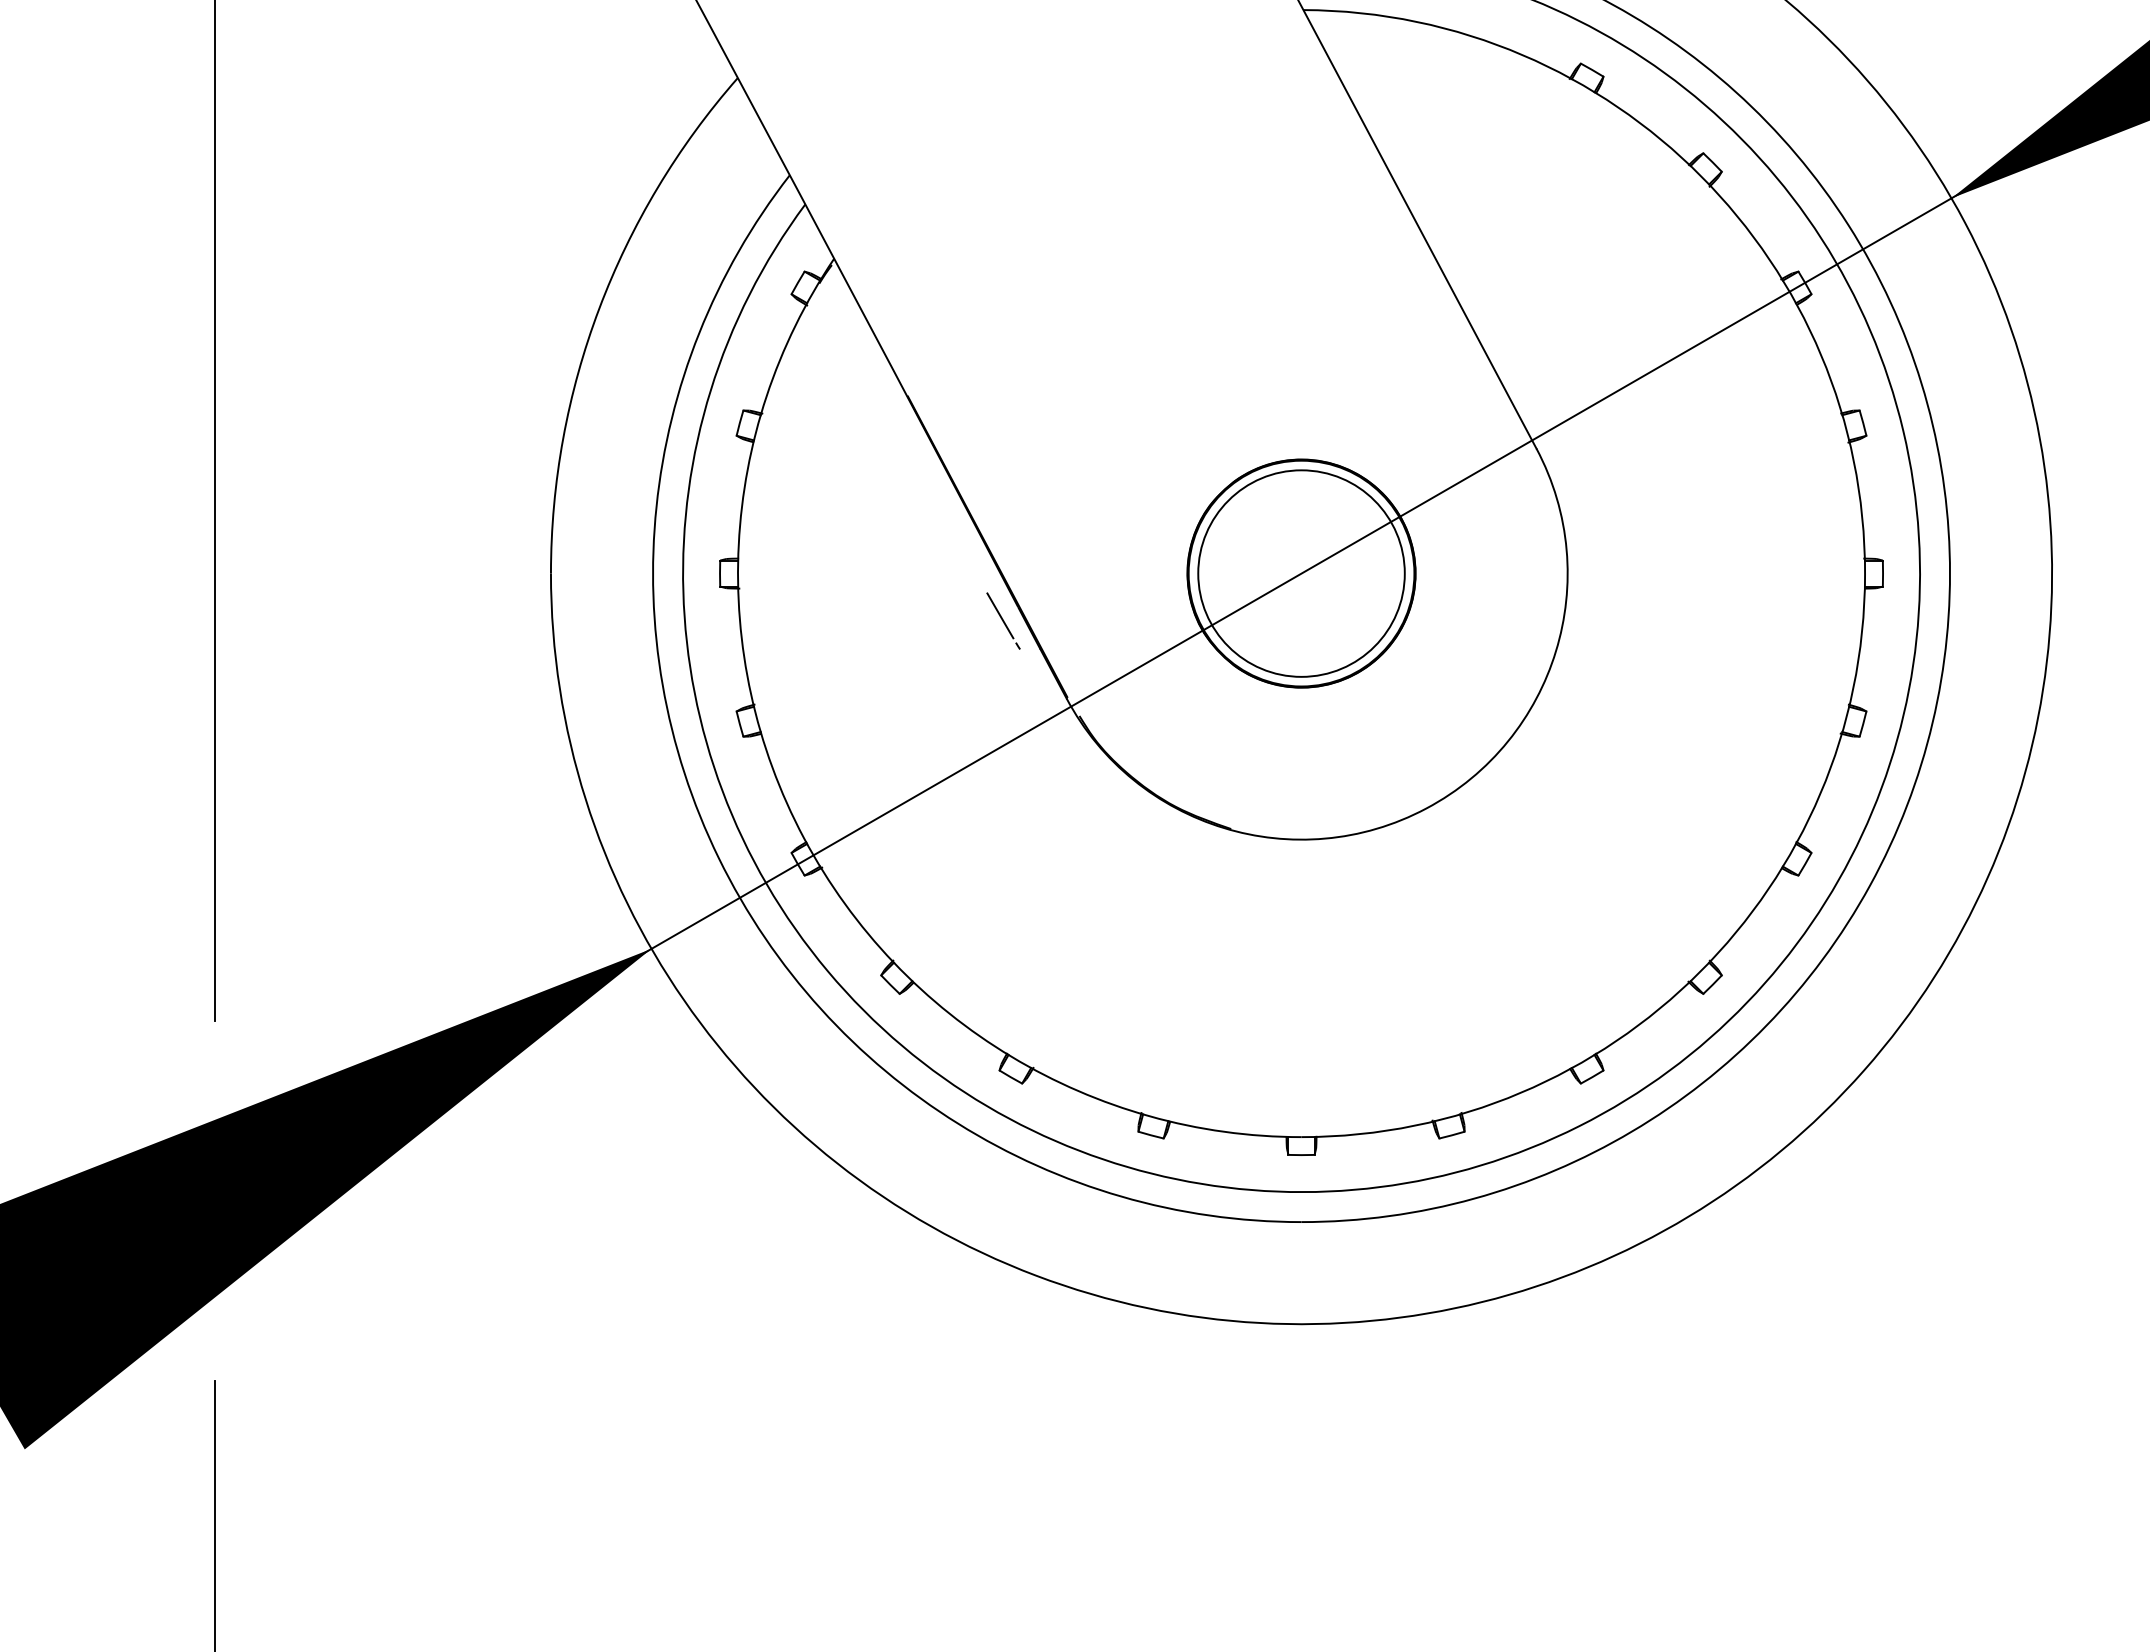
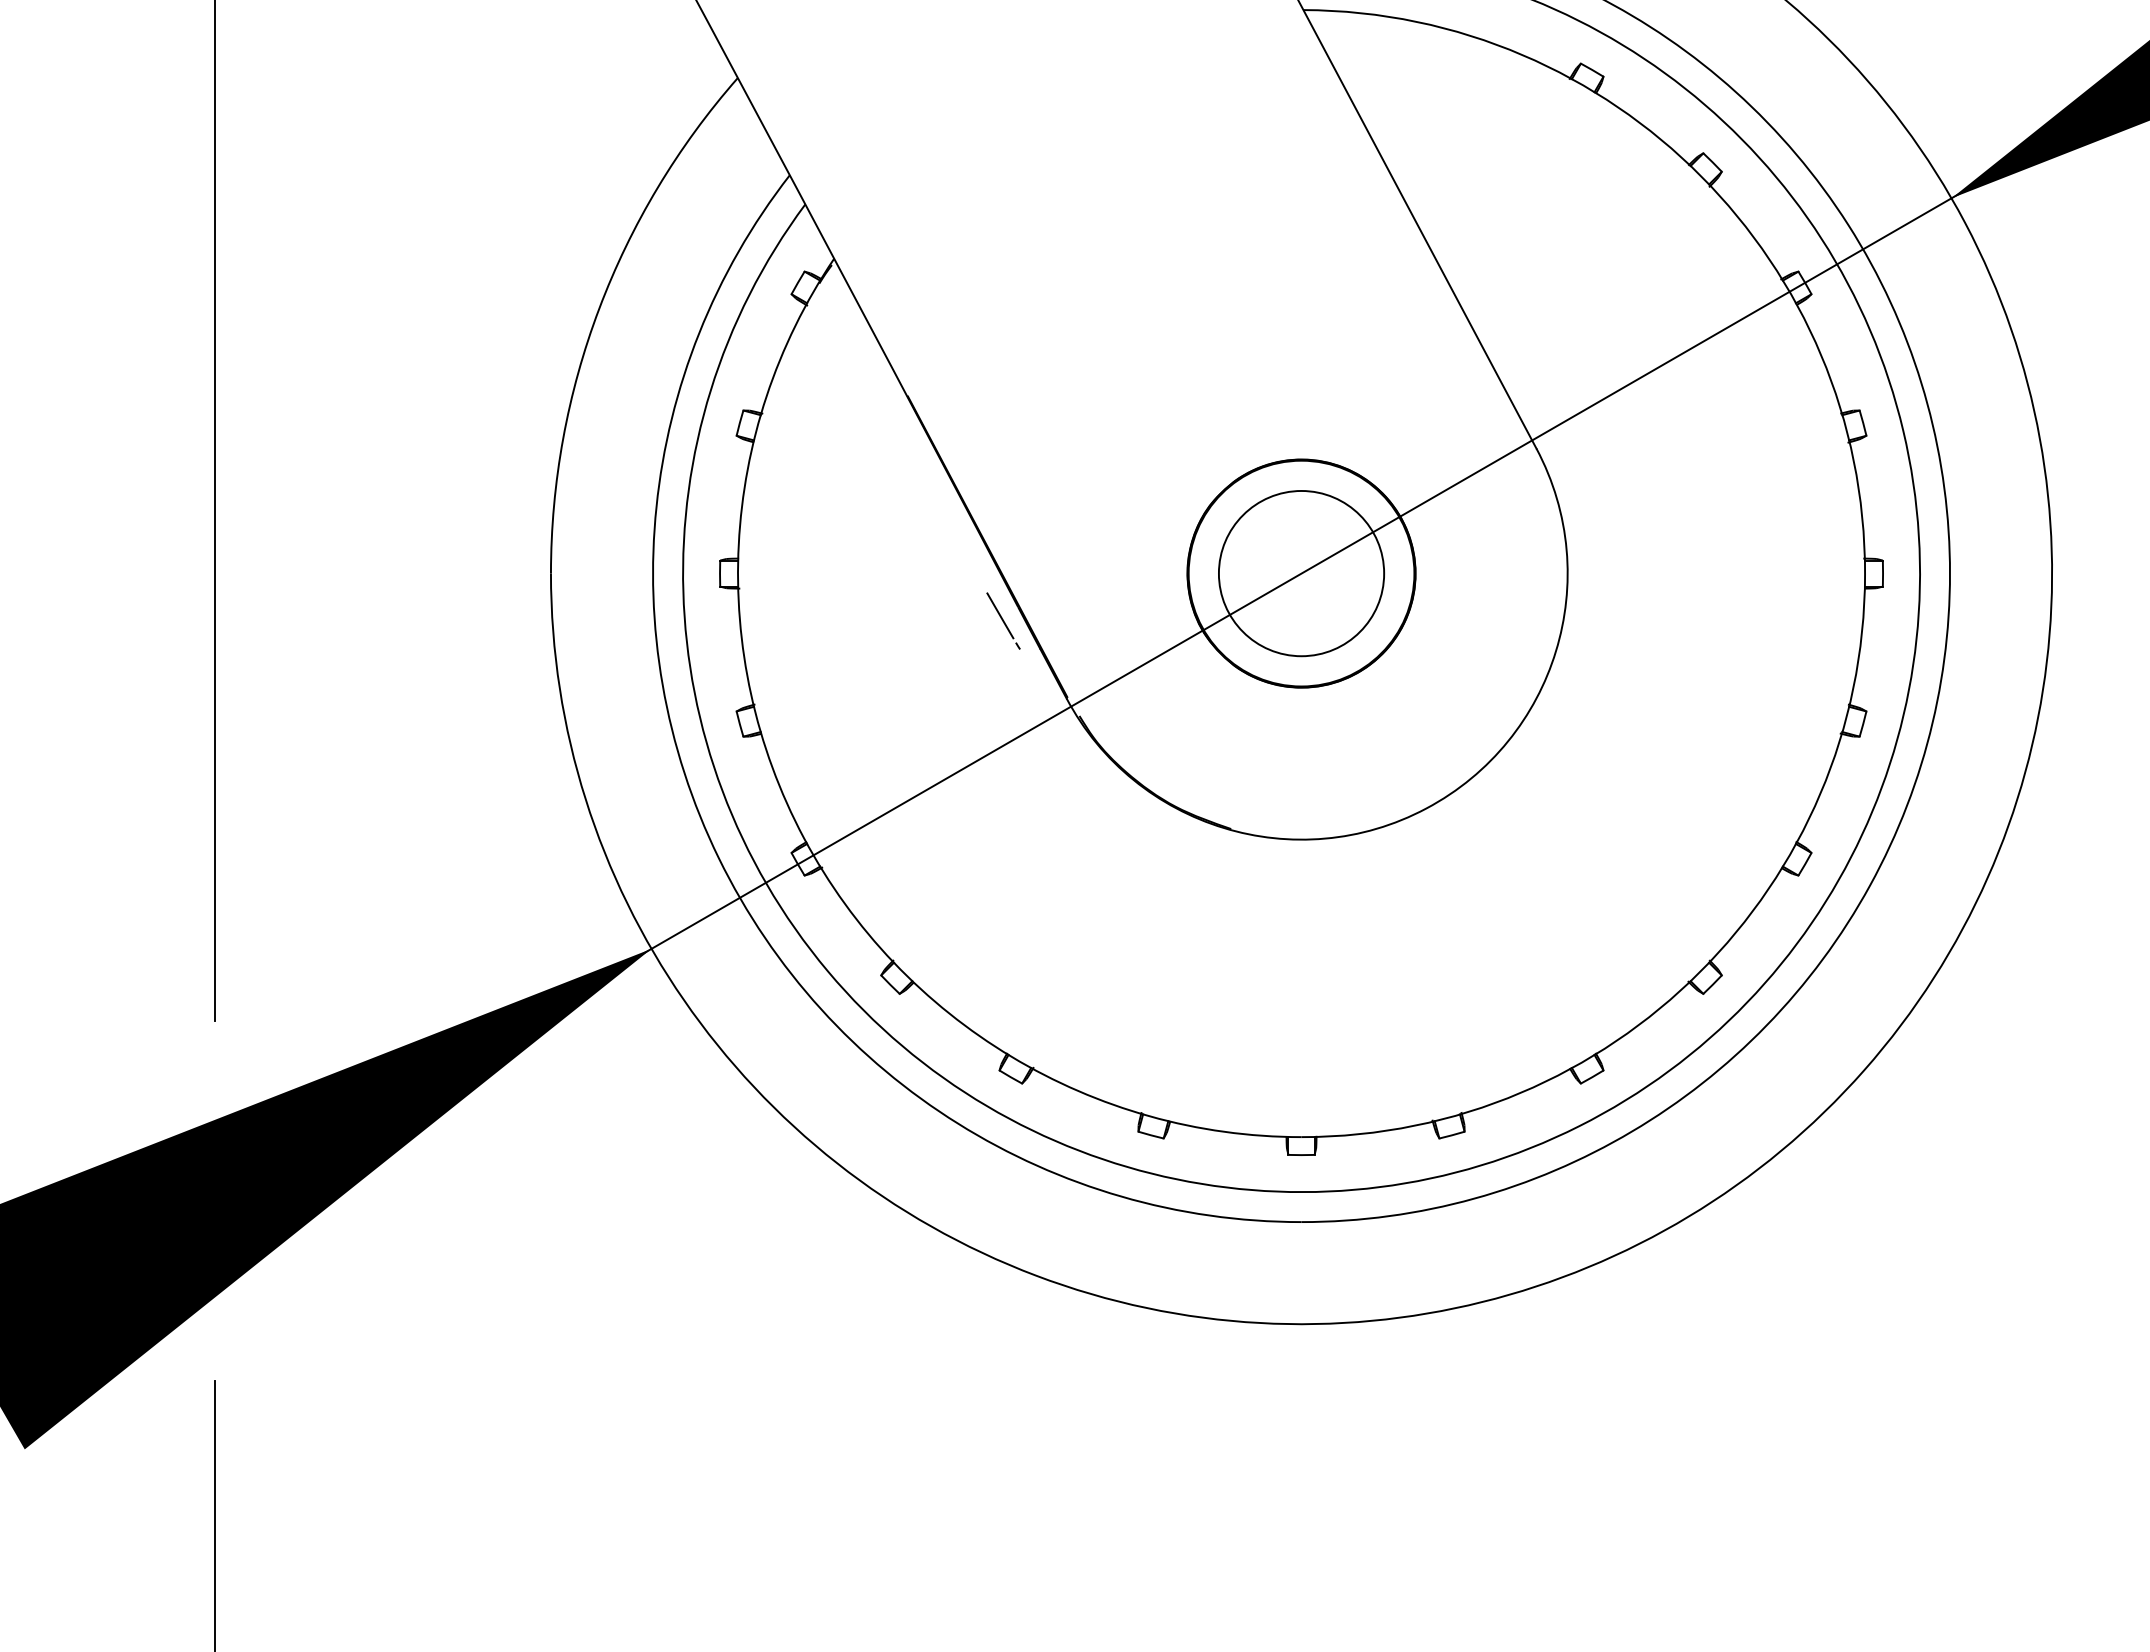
circle at (1301, 573) diameter: 207 px -> 165 px
